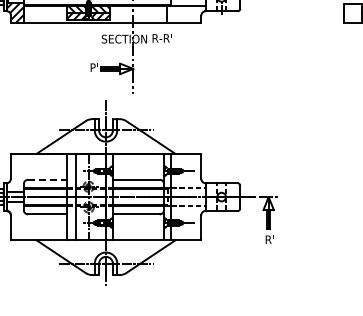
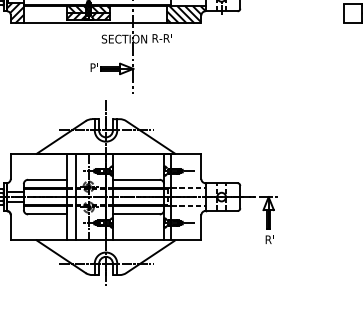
hatch at (185, 14): none -> present
line at (48, 179): dashed -> solid
